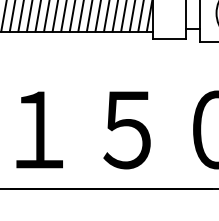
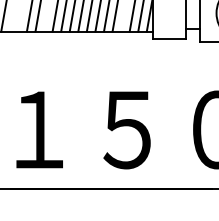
line at (11, 16): present -> none
line at (20, 16): present -> none
line at (46, 16): present -> none
line at (123, 16): present -> none
